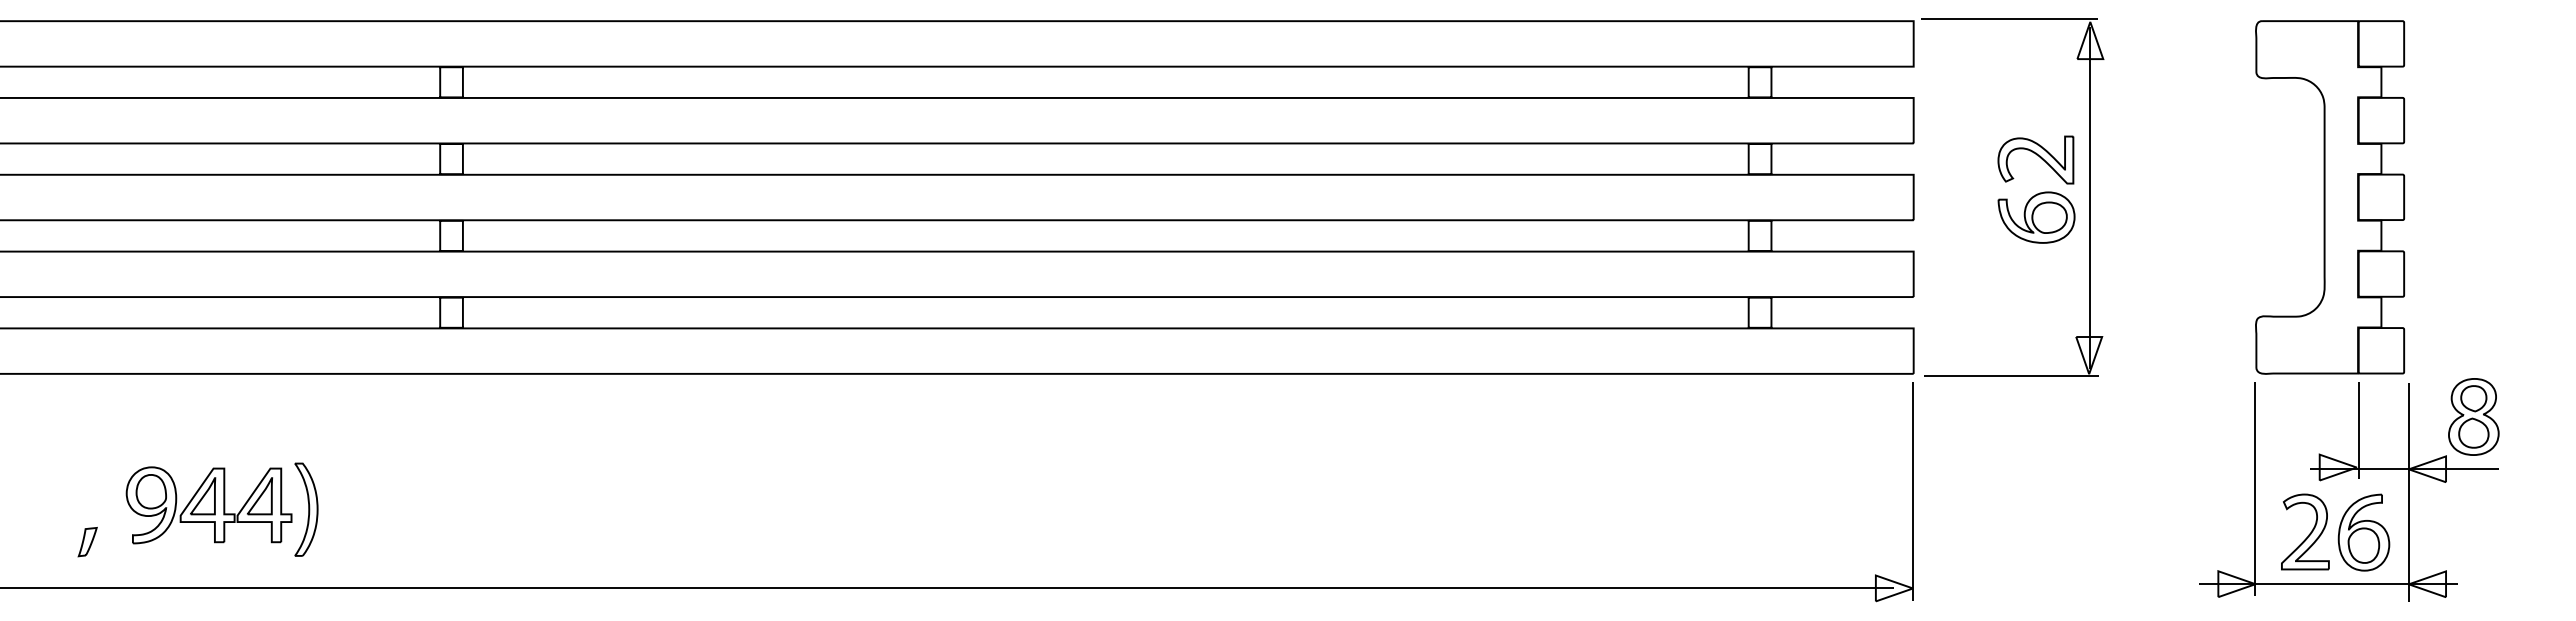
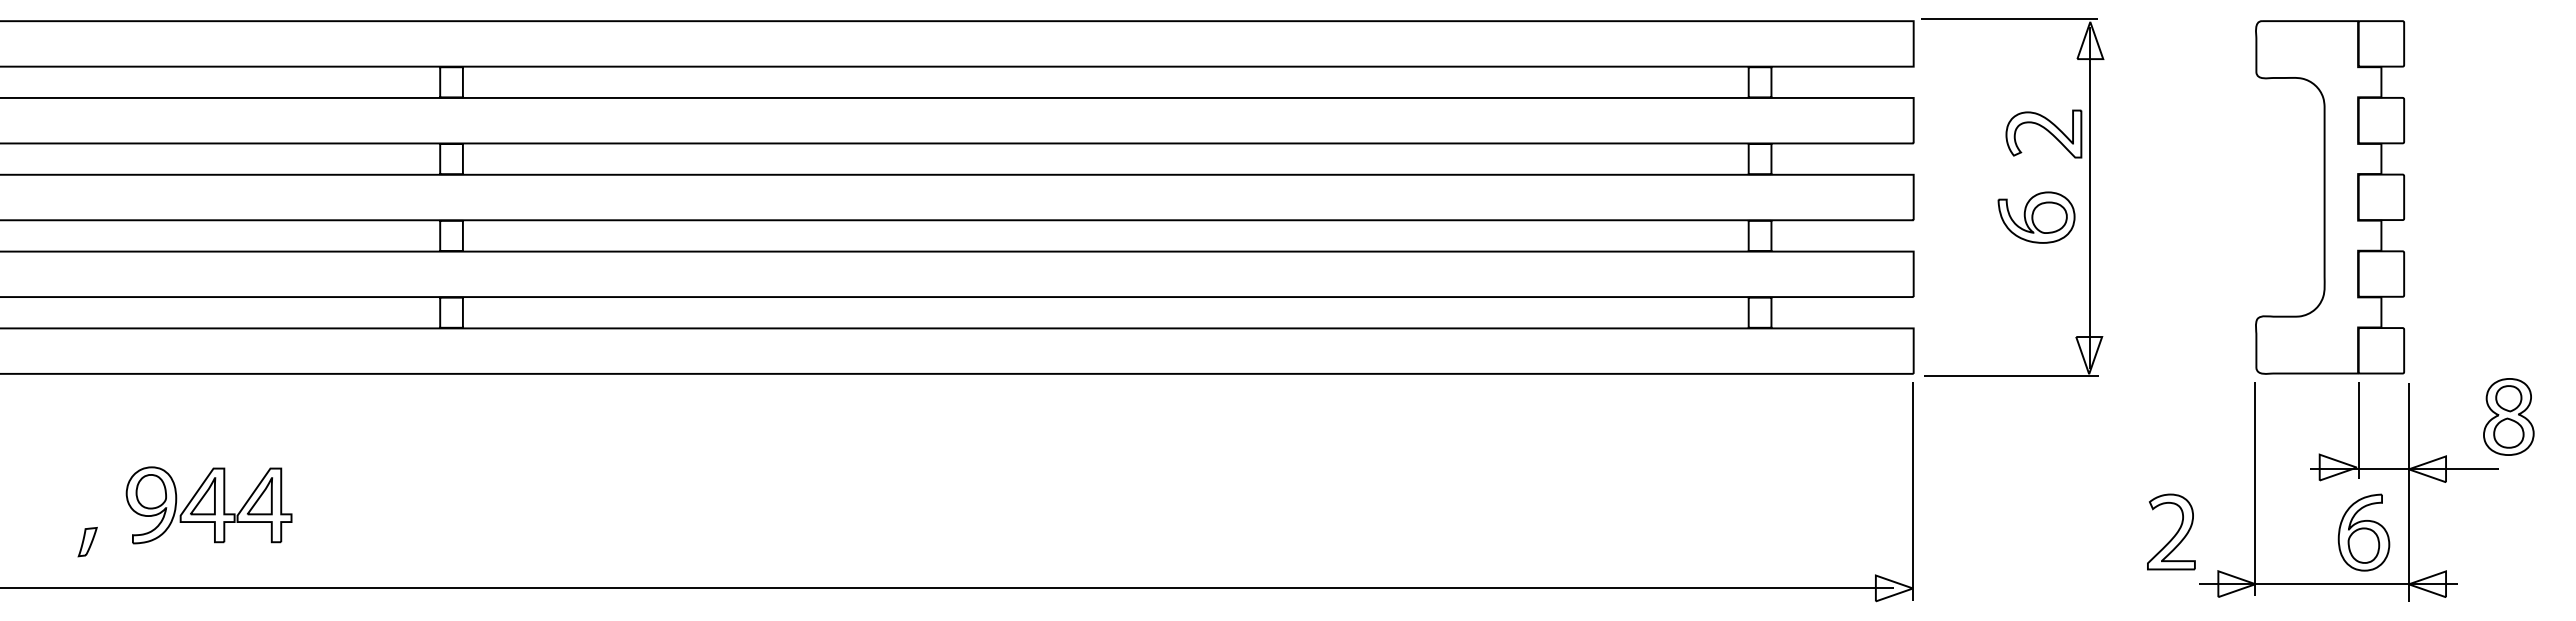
part at (2035, 159) position: (2035, 159) -> (2043, 133)
part at (2473, 416) position: (2473, 416) -> (2508, 416)
part at (306, 509): present -> none
part at (2305, 531) position: (2305, 531) -> (2171, 531)
